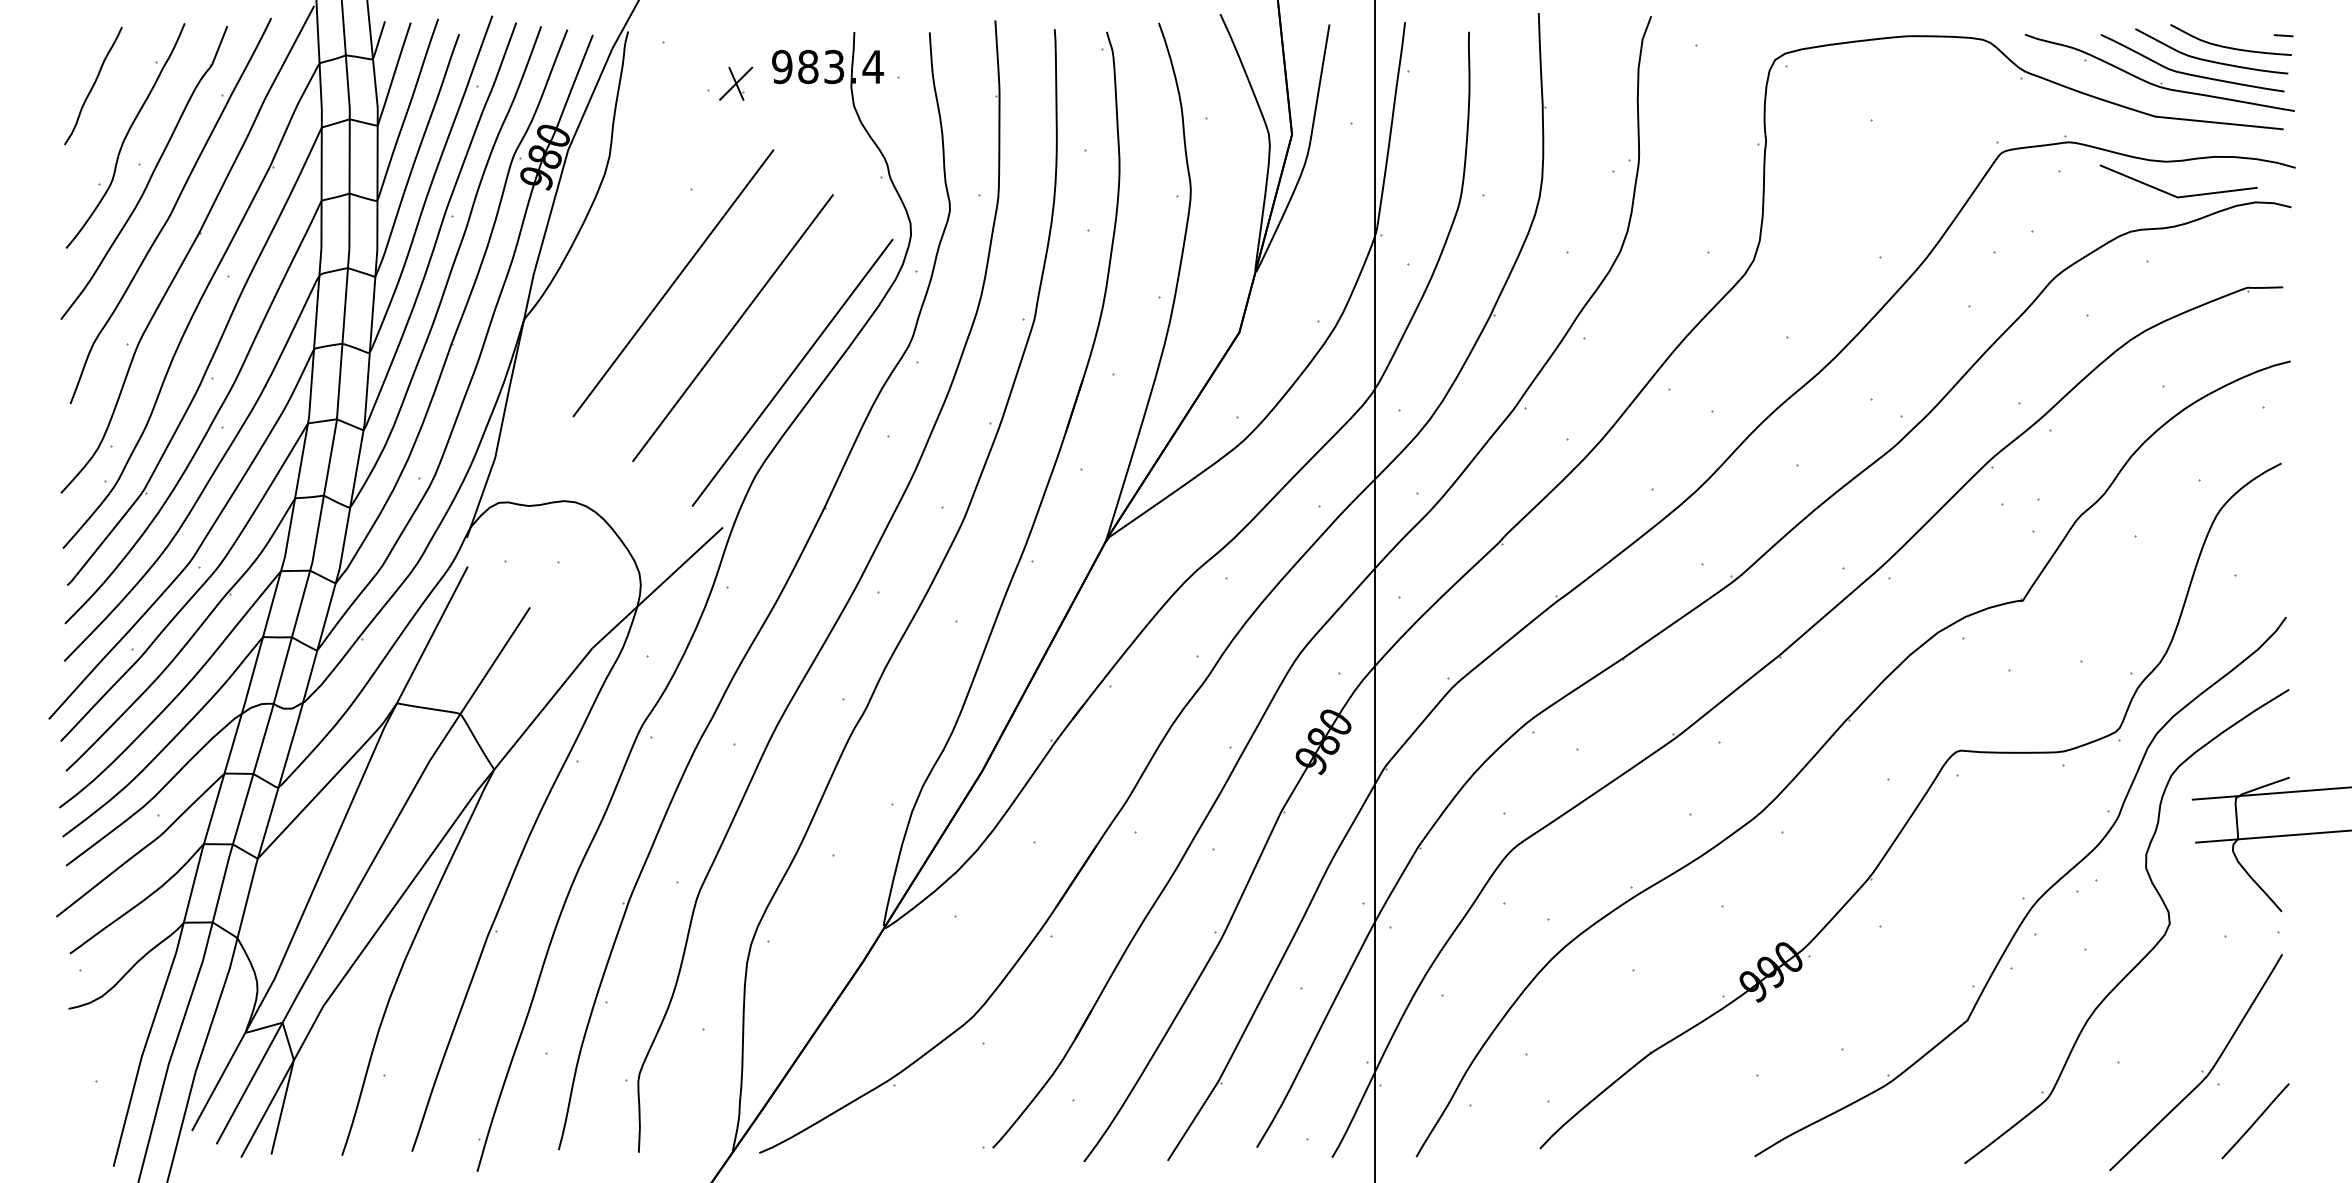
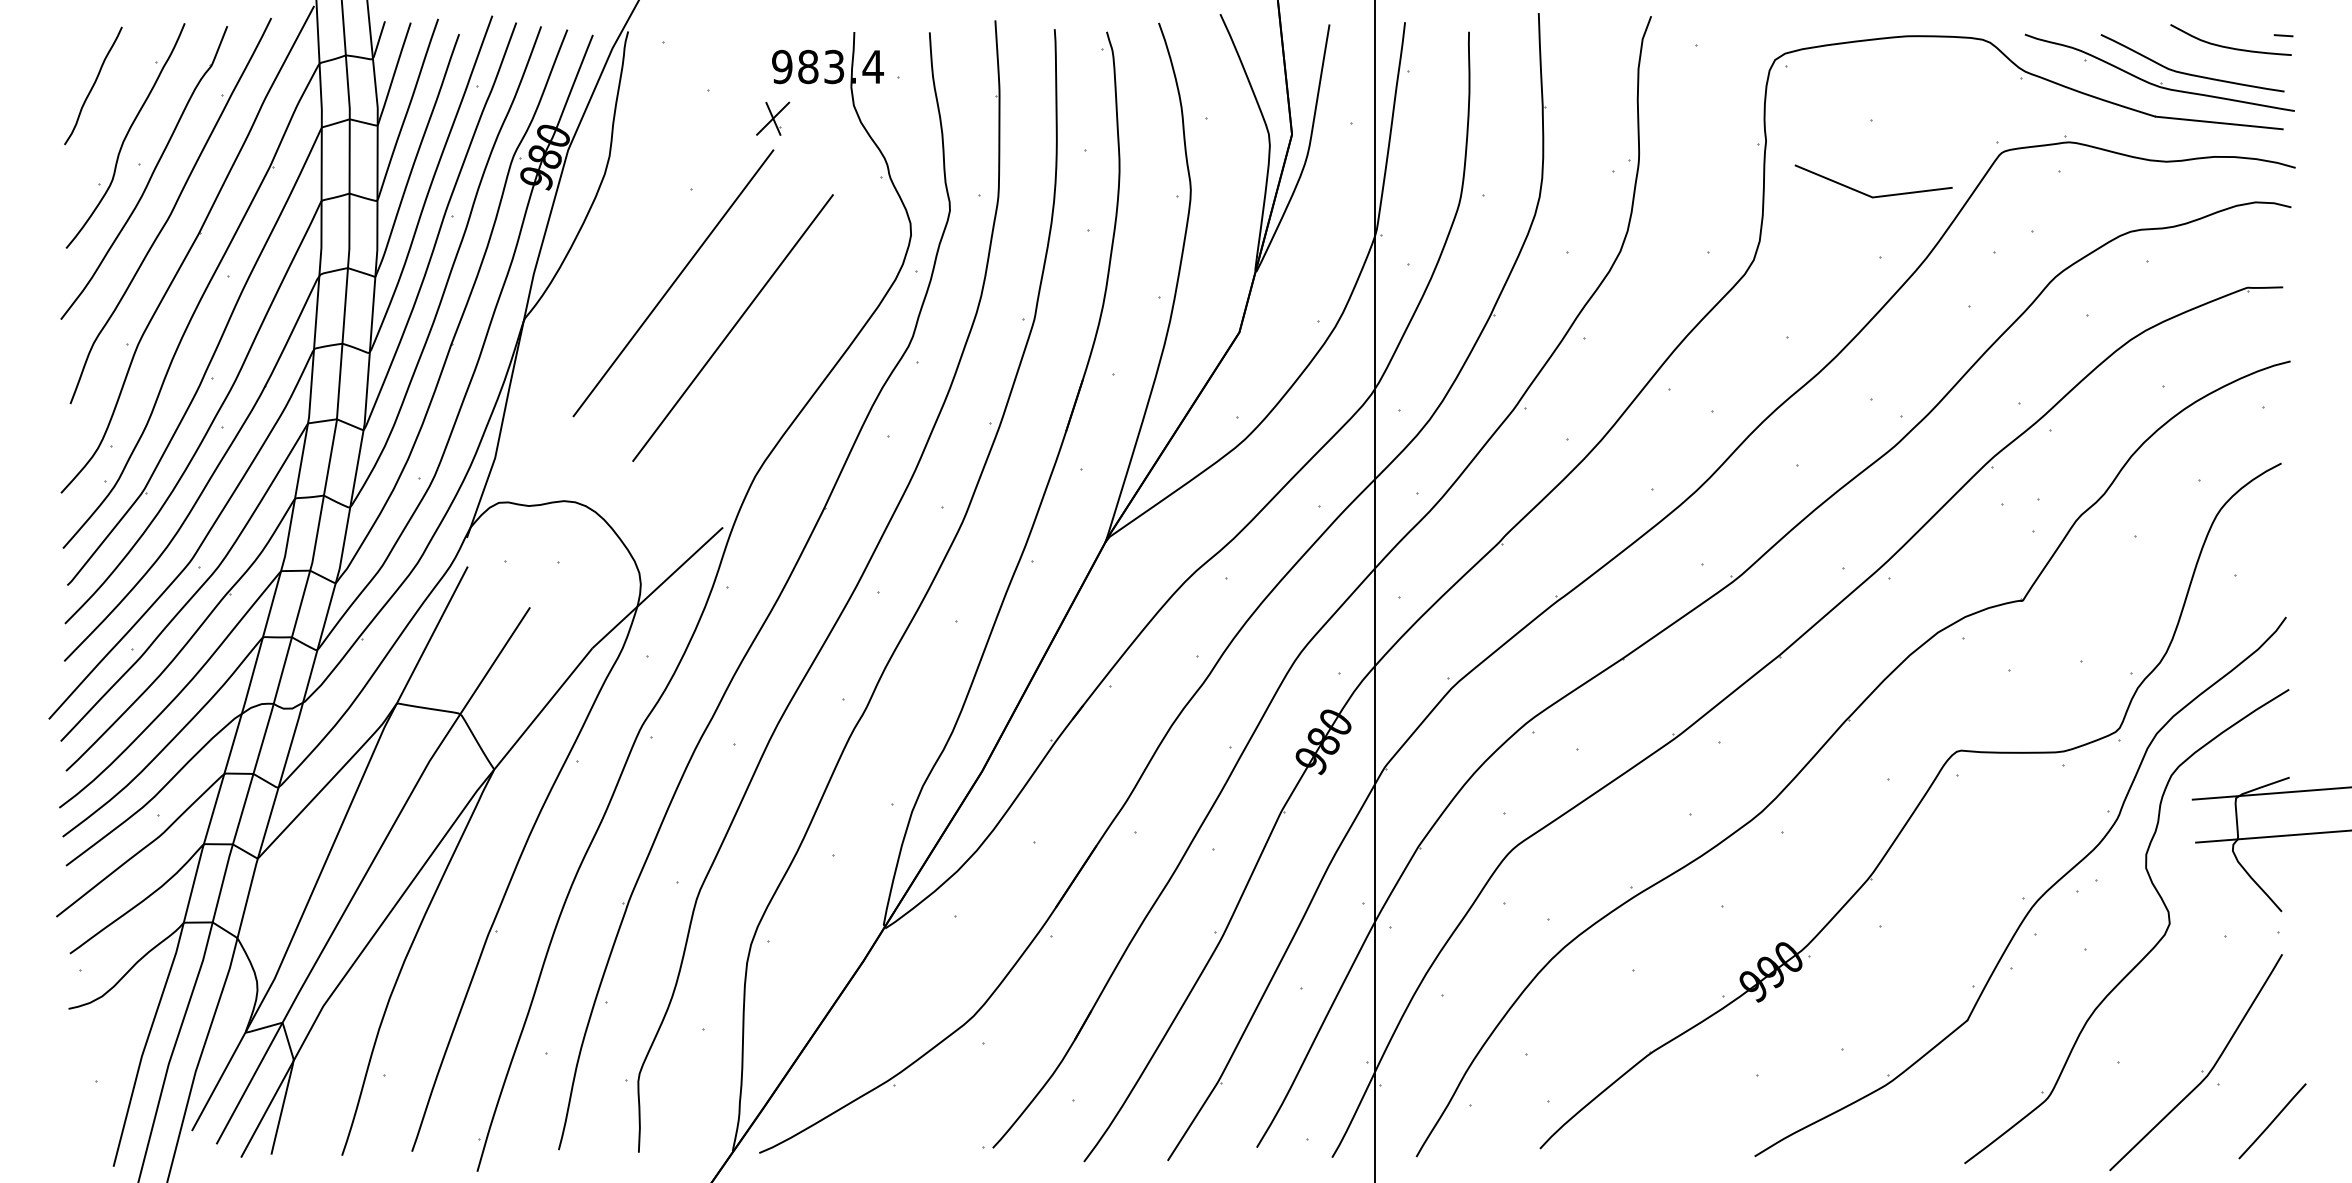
curve at (2207, 59): present -> none
part at (736, 83) position: (736, 83) -> (773, 118)
line at (2171, 193) position: (2171, 193) -> (1866, 193)
line at (792, 372): present -> none
line at (2255, 1121) position: (2255, 1121) -> (2272, 1121)
